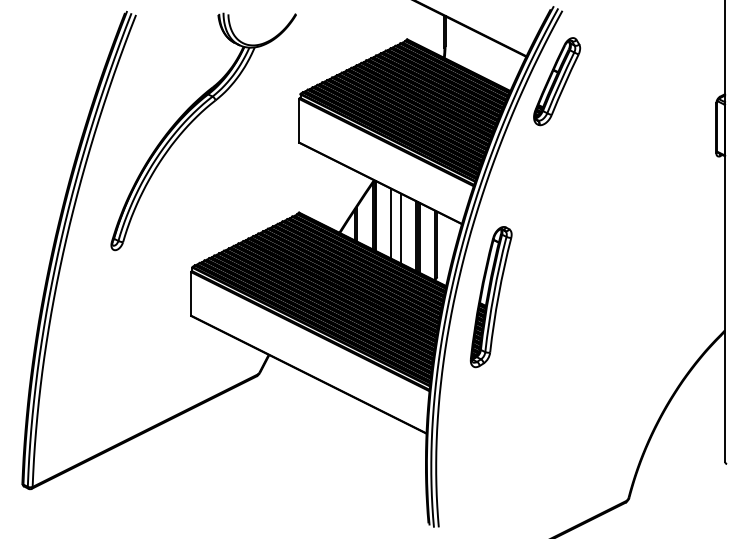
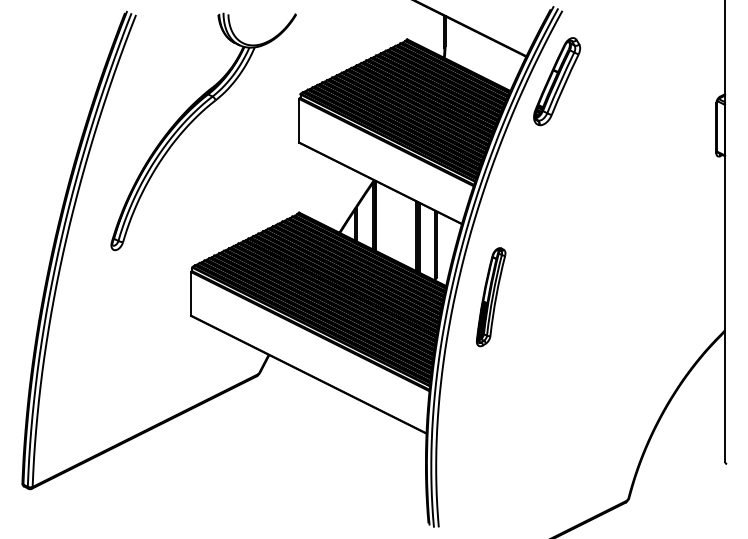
line at (391, 223): present -> none
line at (401, 228): present -> none
part at (490, 297) size: 44x143 px -> 31x101 px
